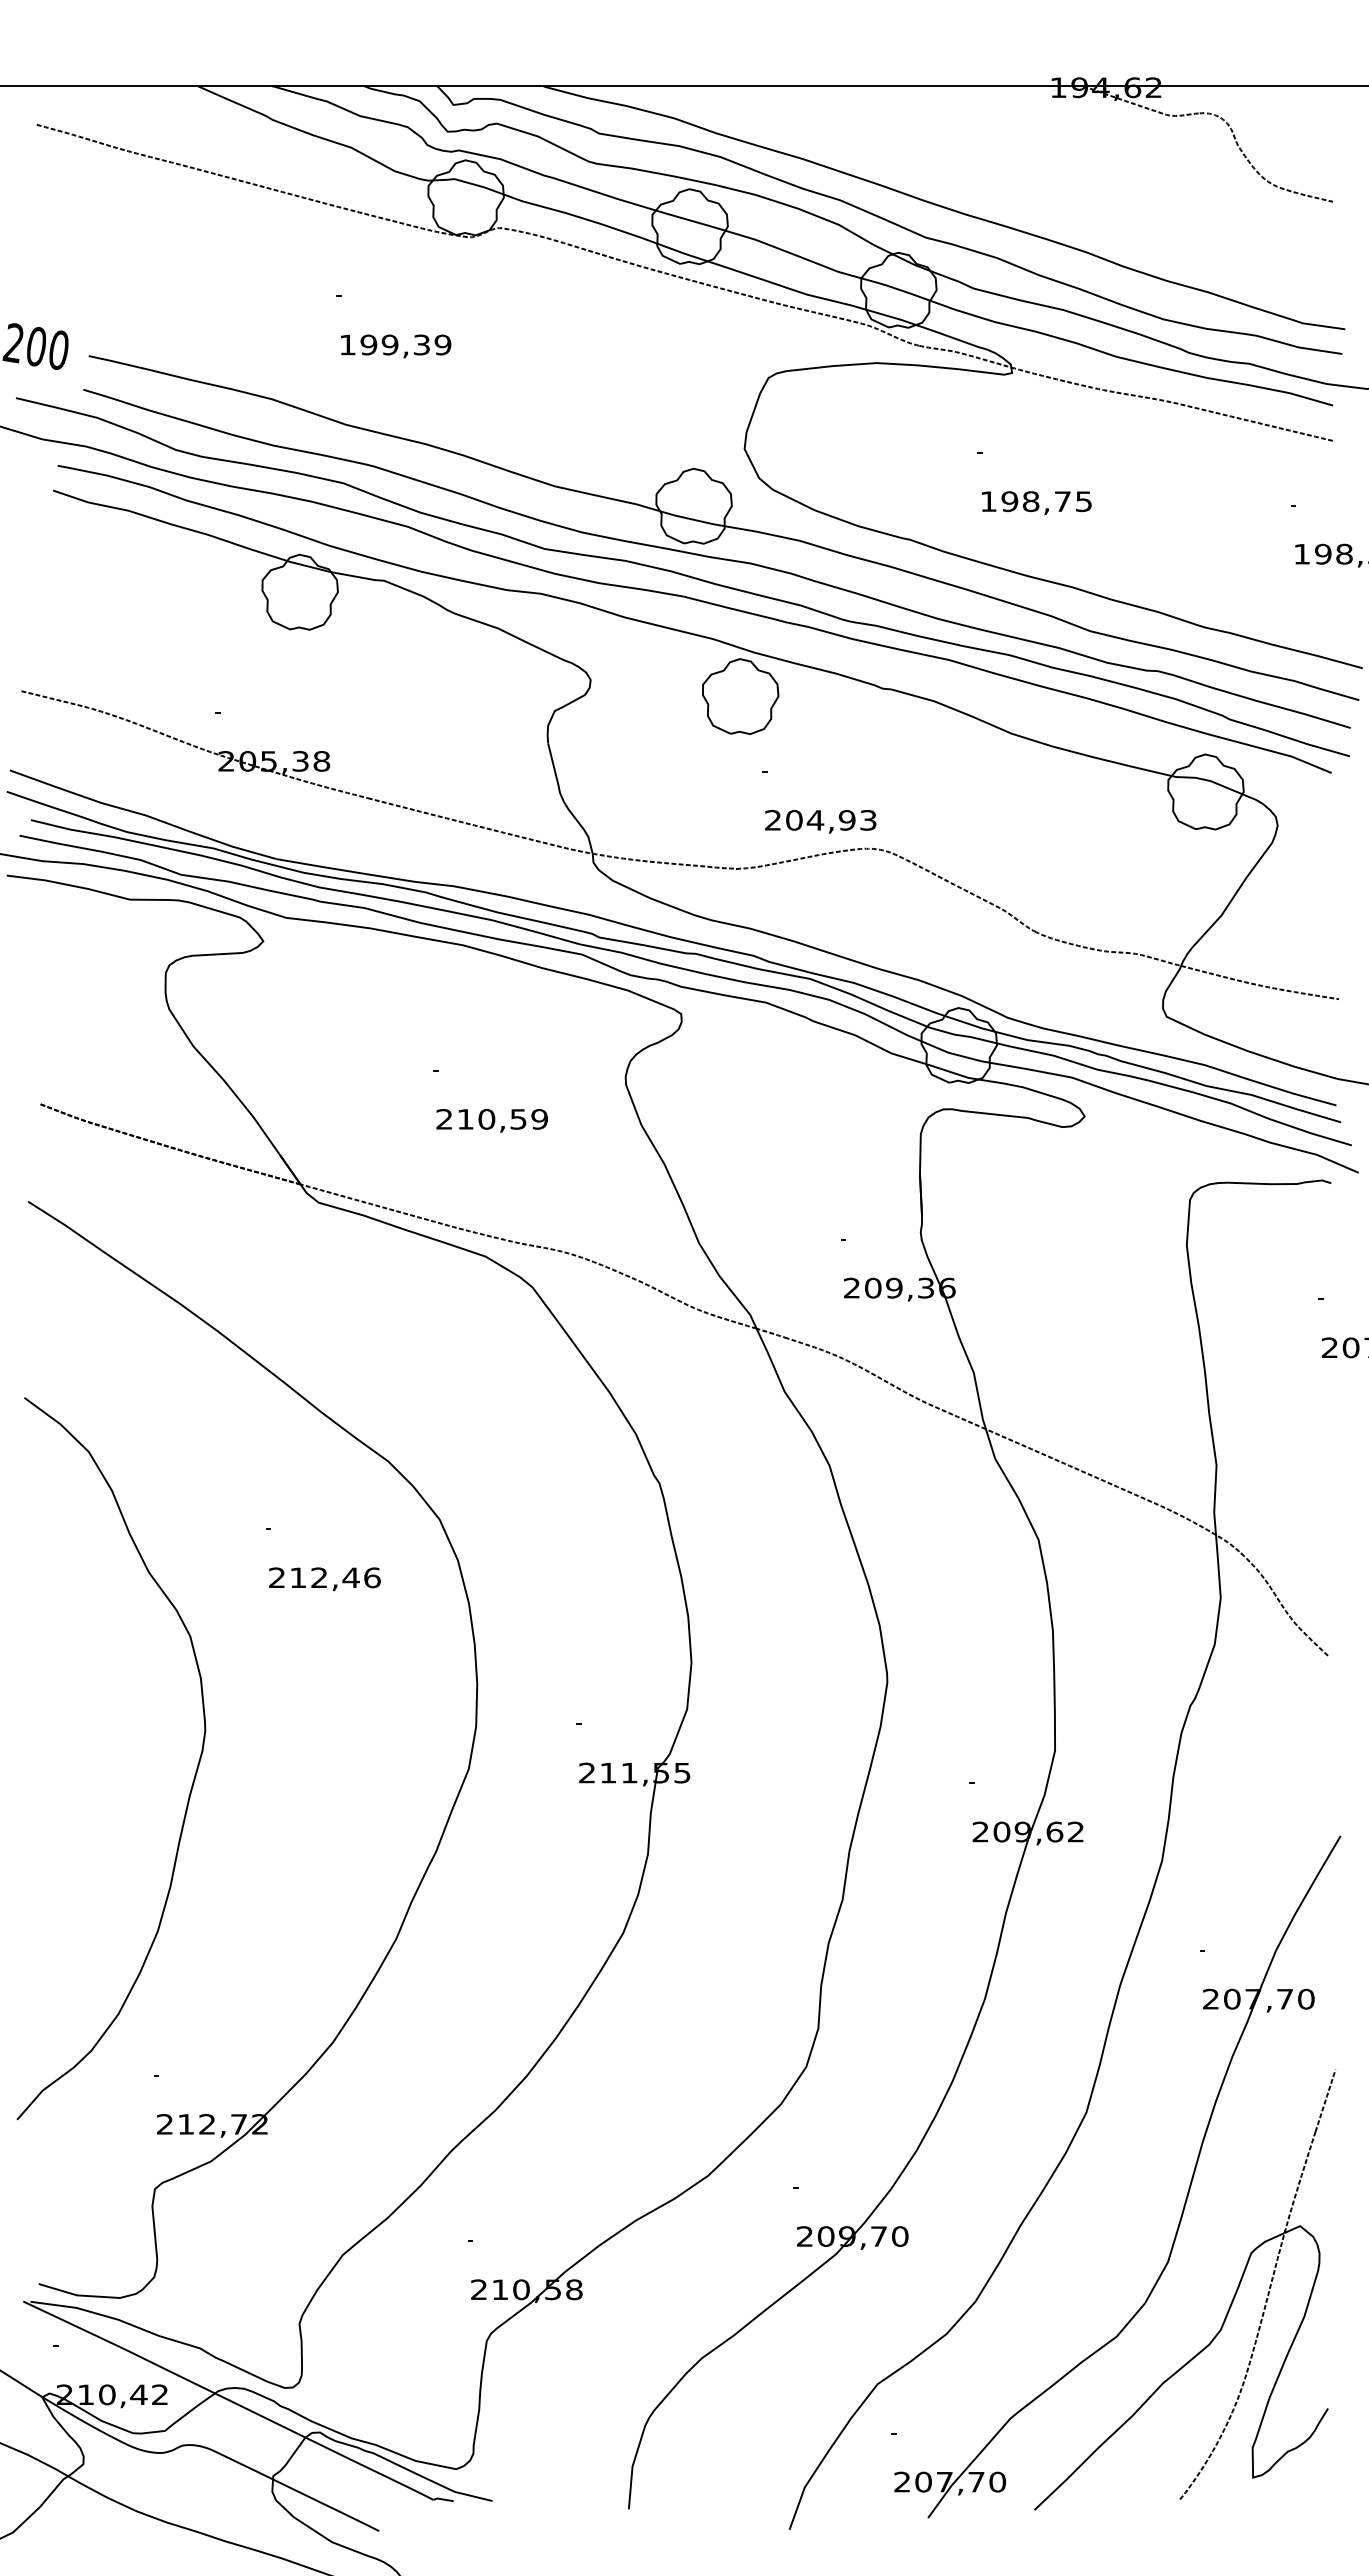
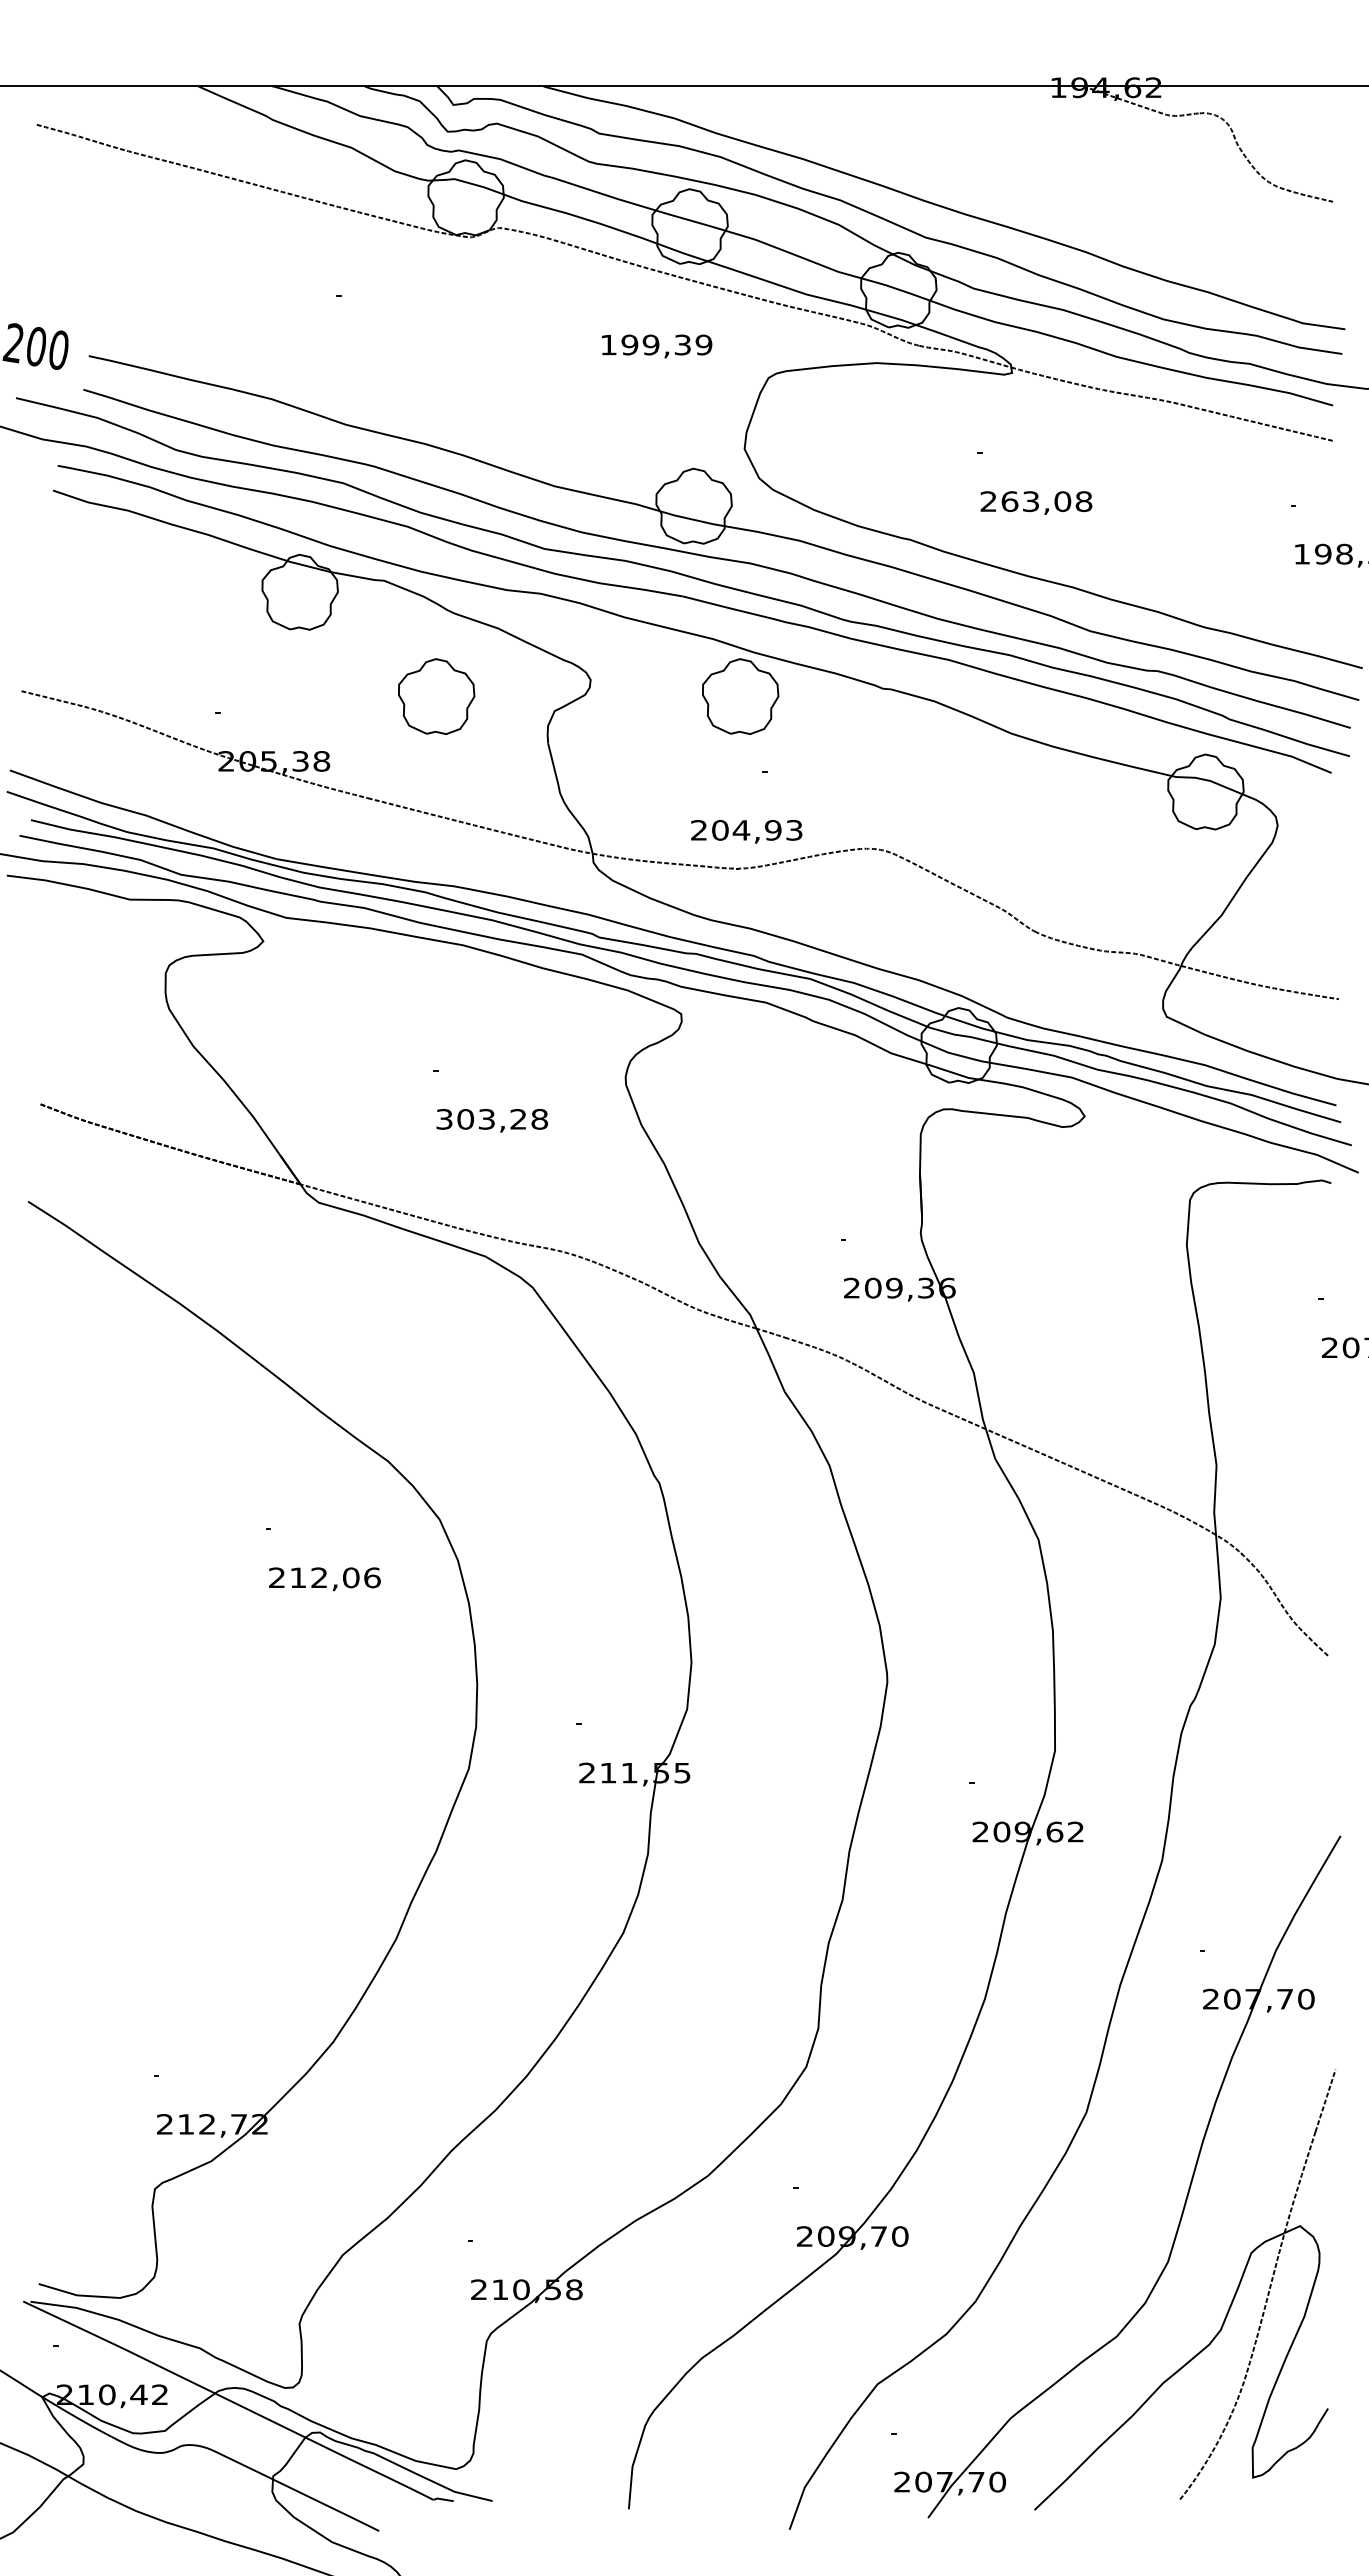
text at (396, 346) position: (396, 346) -> (657, 346)
text at (1036, 501): 198,75 -> 263,08
part at (436, 696): none -> present
text at (820, 821) position: (820, 821) -> (746, 831)
text at (492, 1119): 210,59 -> 303,28
text at (350, 1577): 212,46 -> 212,06
curve at (193, 1778): present -> none
